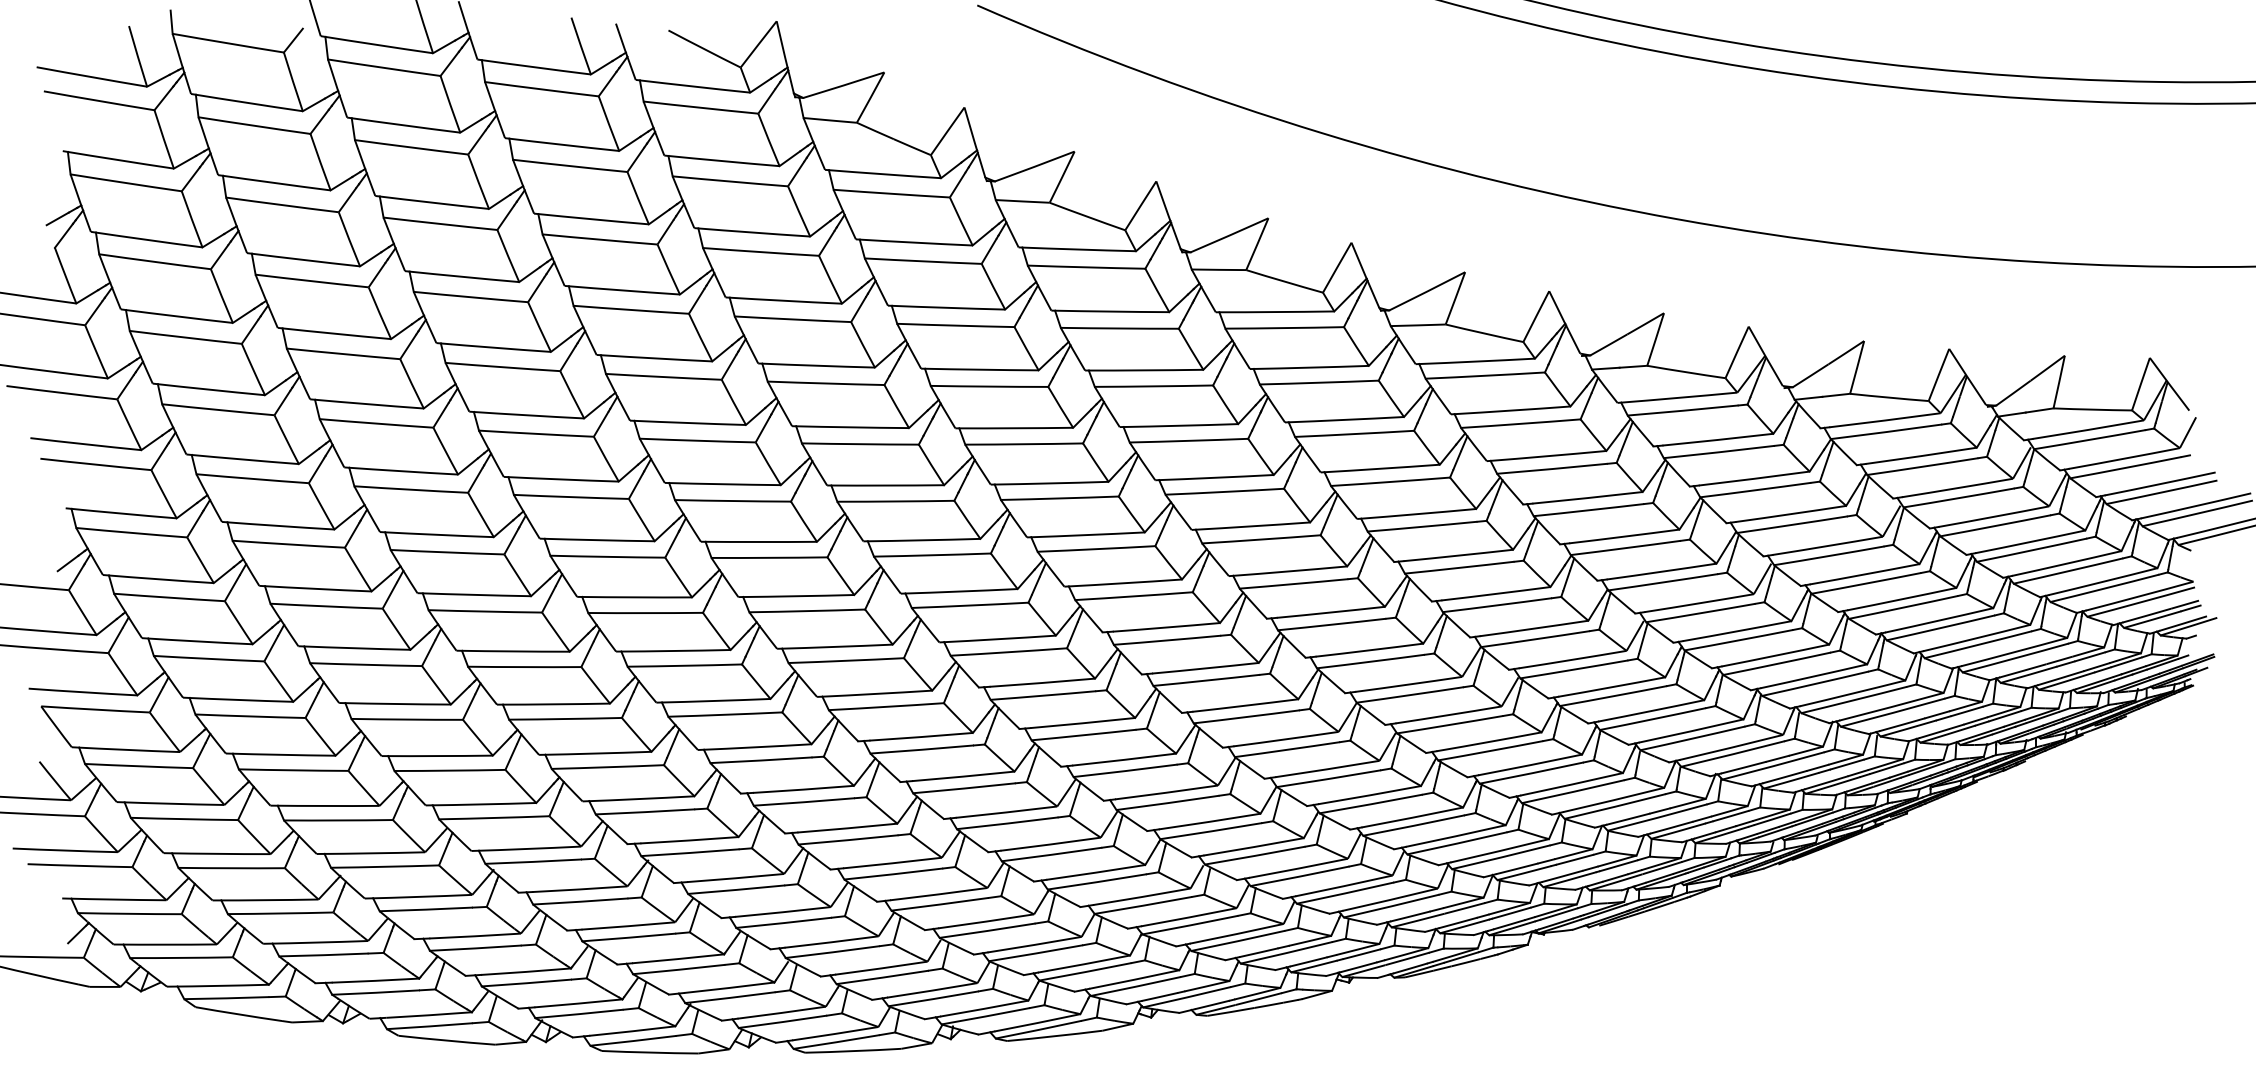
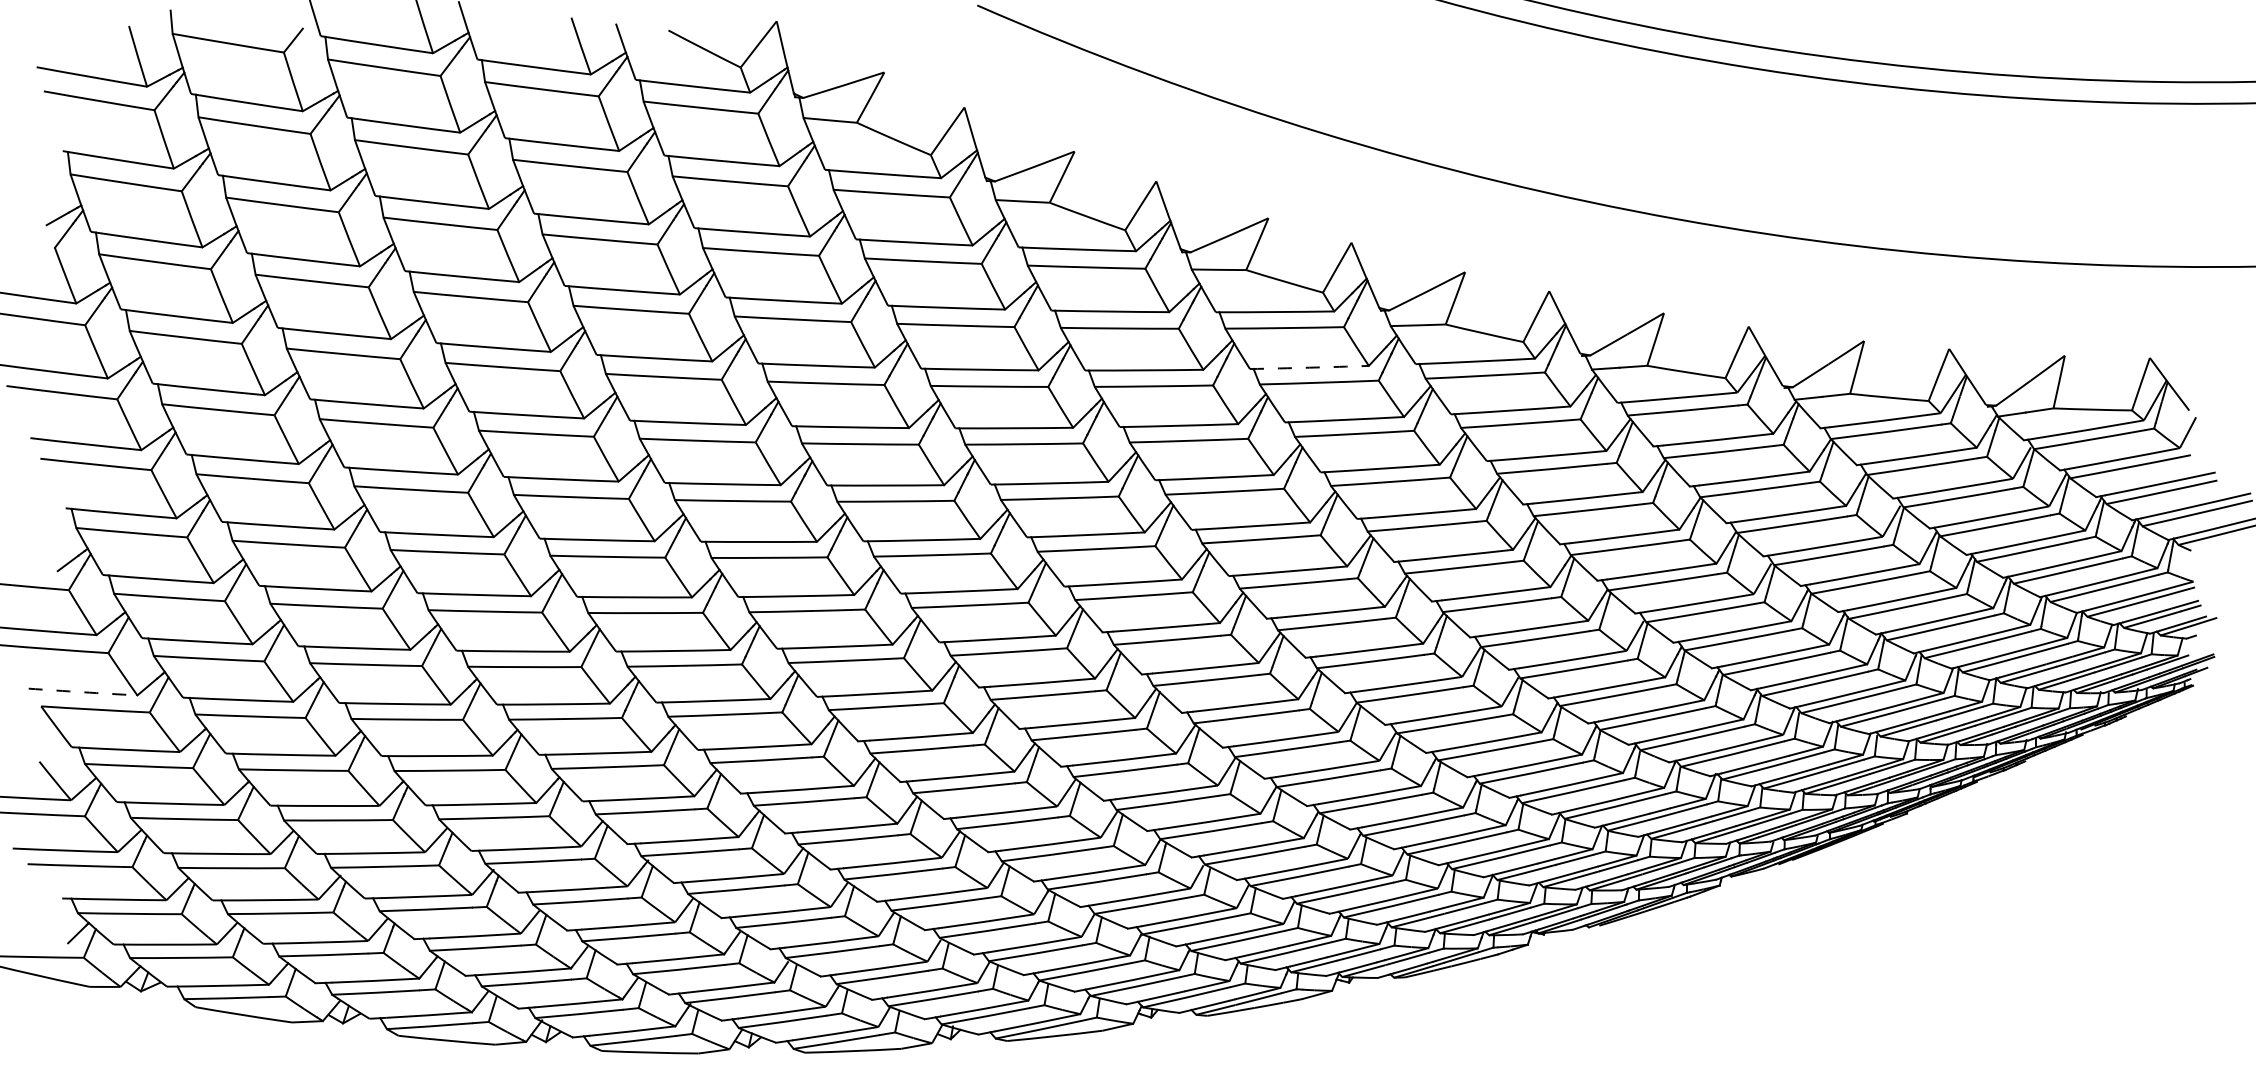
arc at (1309, 367): solid -> dashed
arc at (83, 692): solid -> dashed
